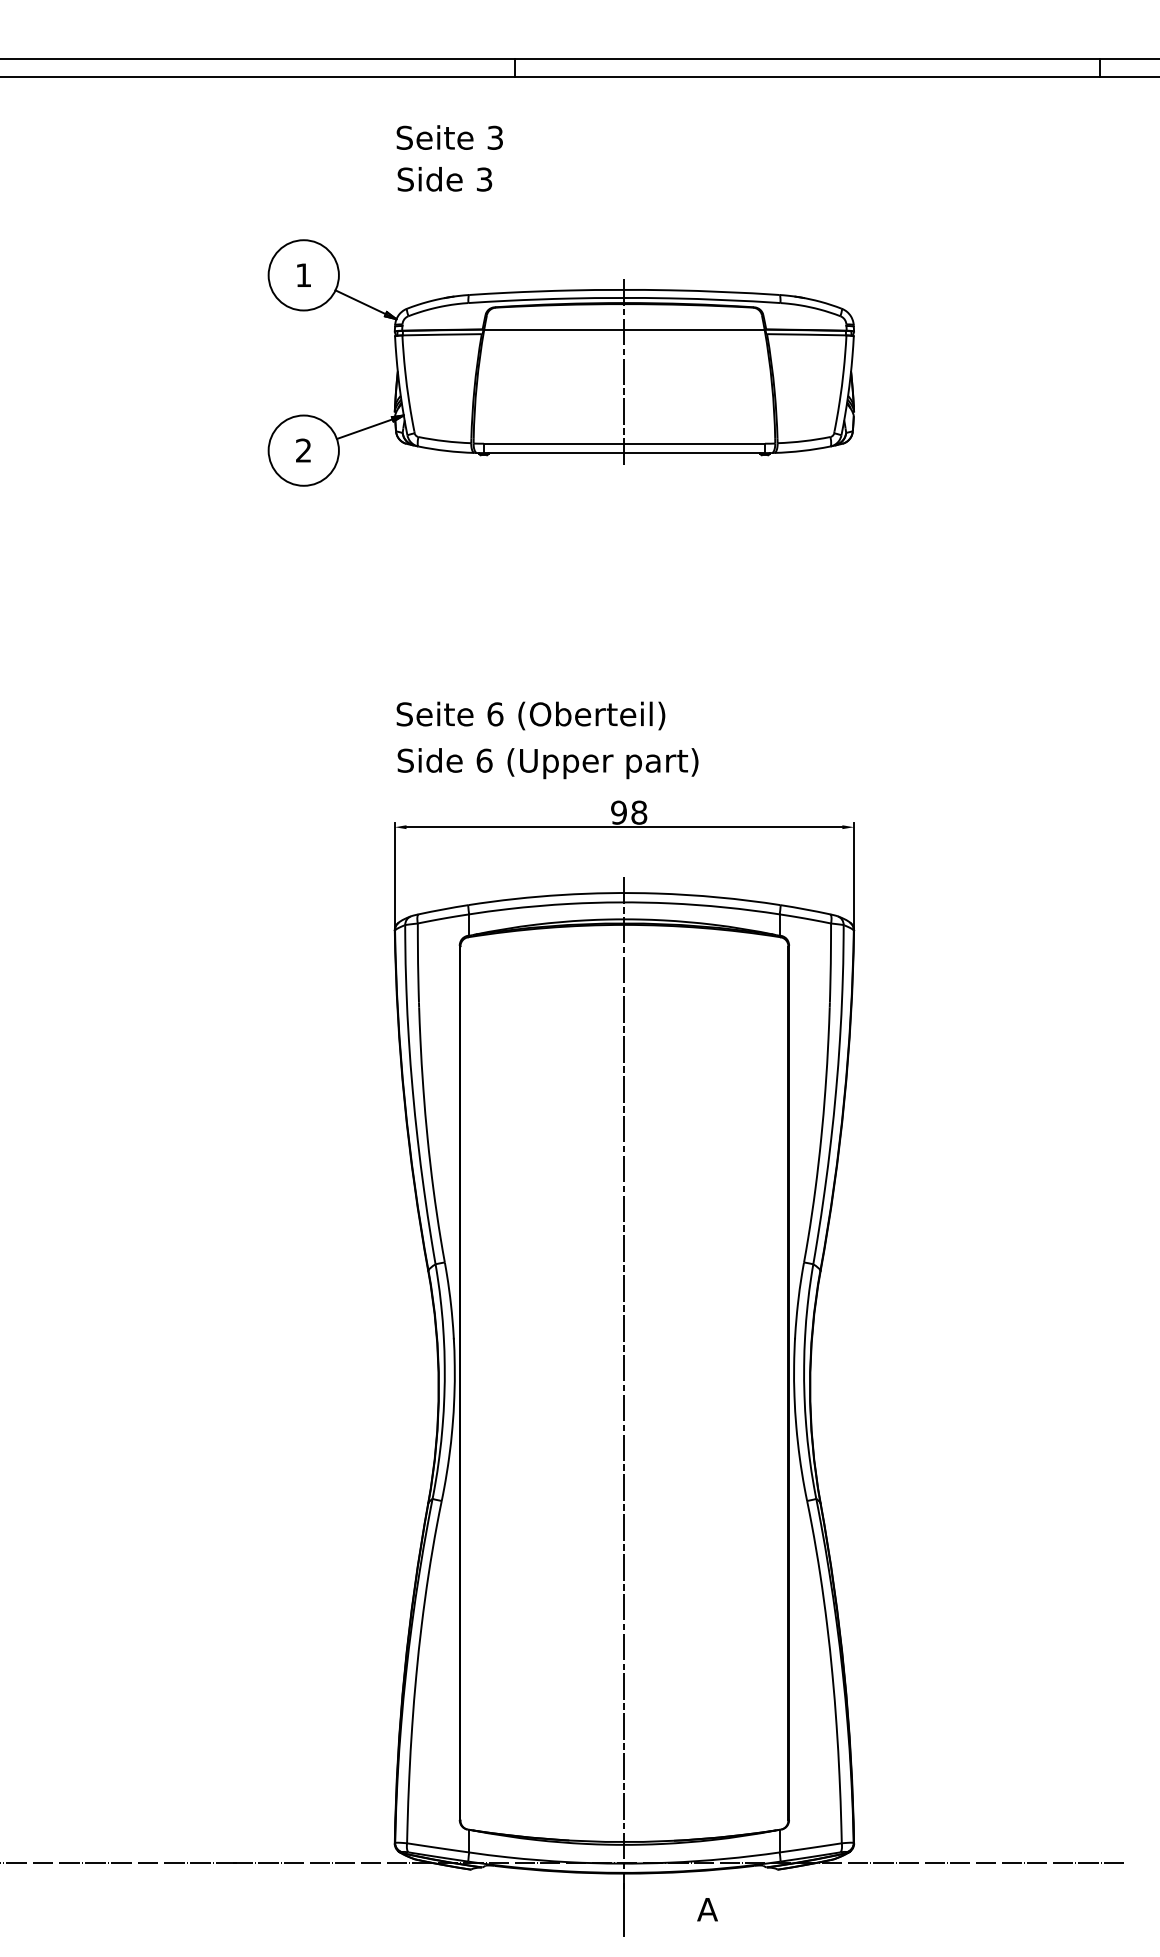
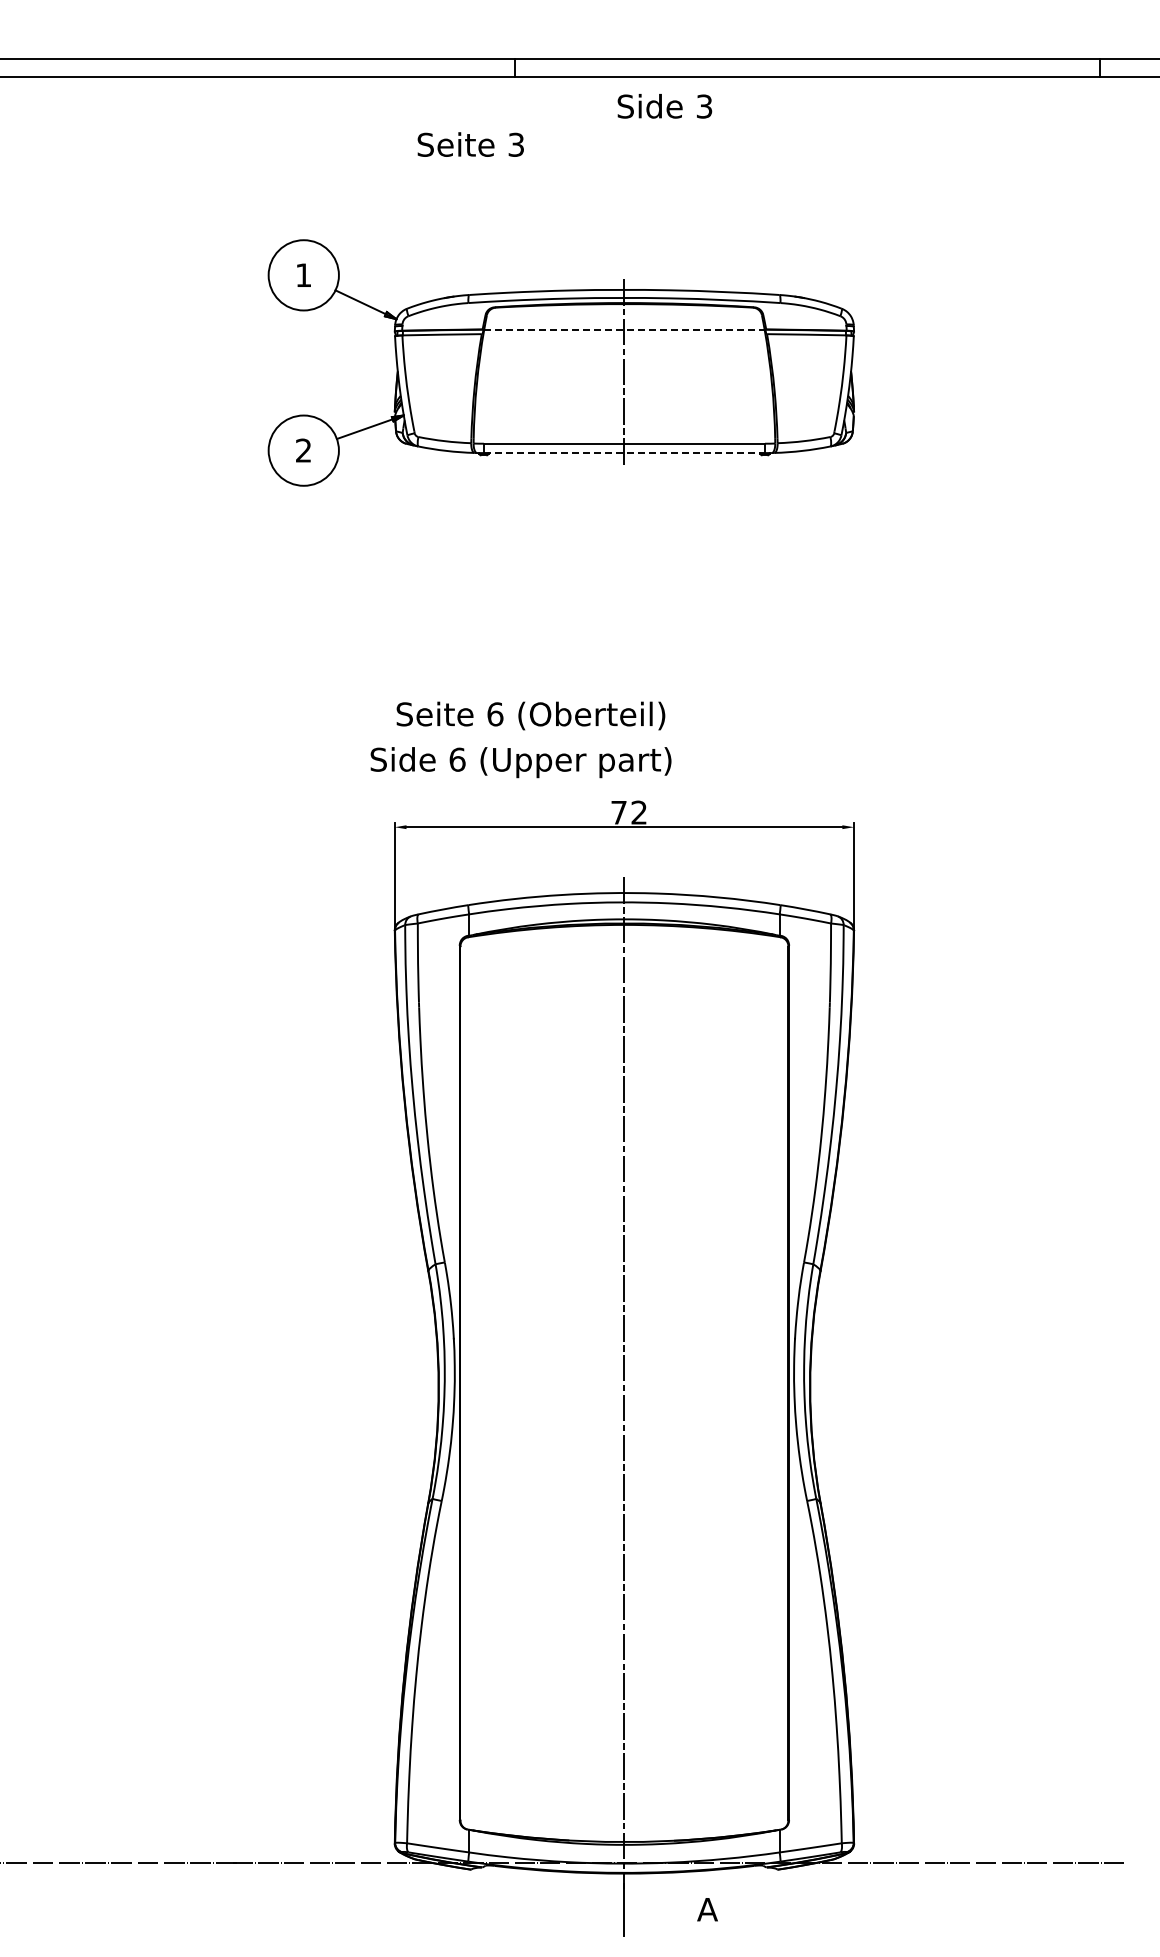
text at (449, 137) position: (449, 137) -> (470, 144)
text at (444, 179) position: (444, 179) -> (664, 106)
line at (624, 329): solid -> dashed
line at (624, 453): solid -> dashed
text at (547, 763) position: (547, 763) -> (520, 762)
text at (629, 812): 98 -> 72
